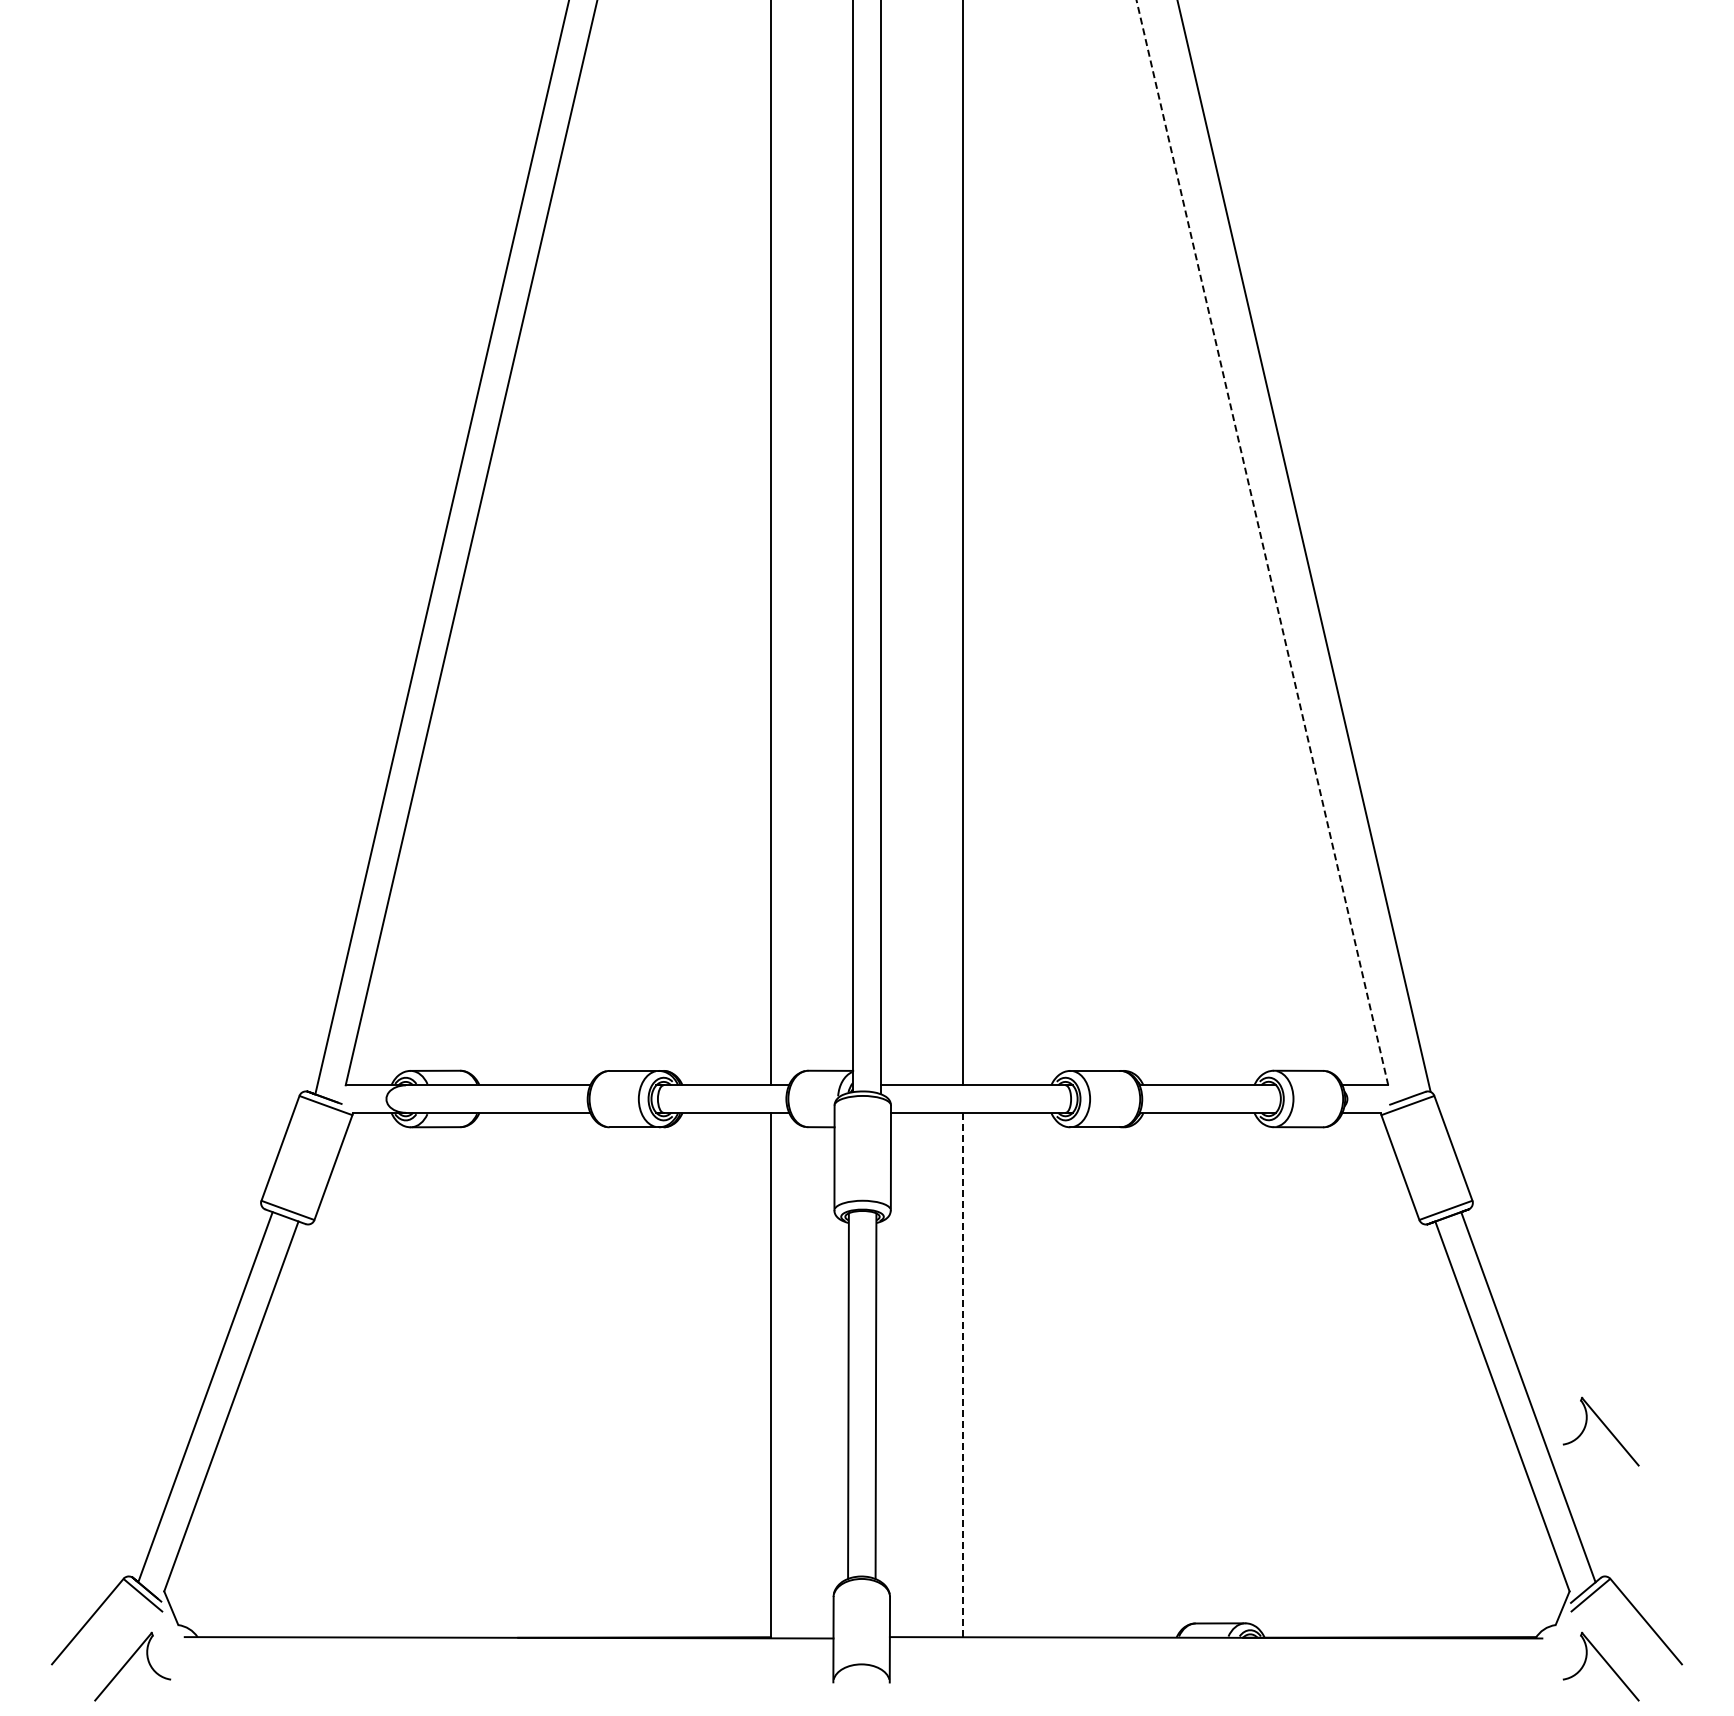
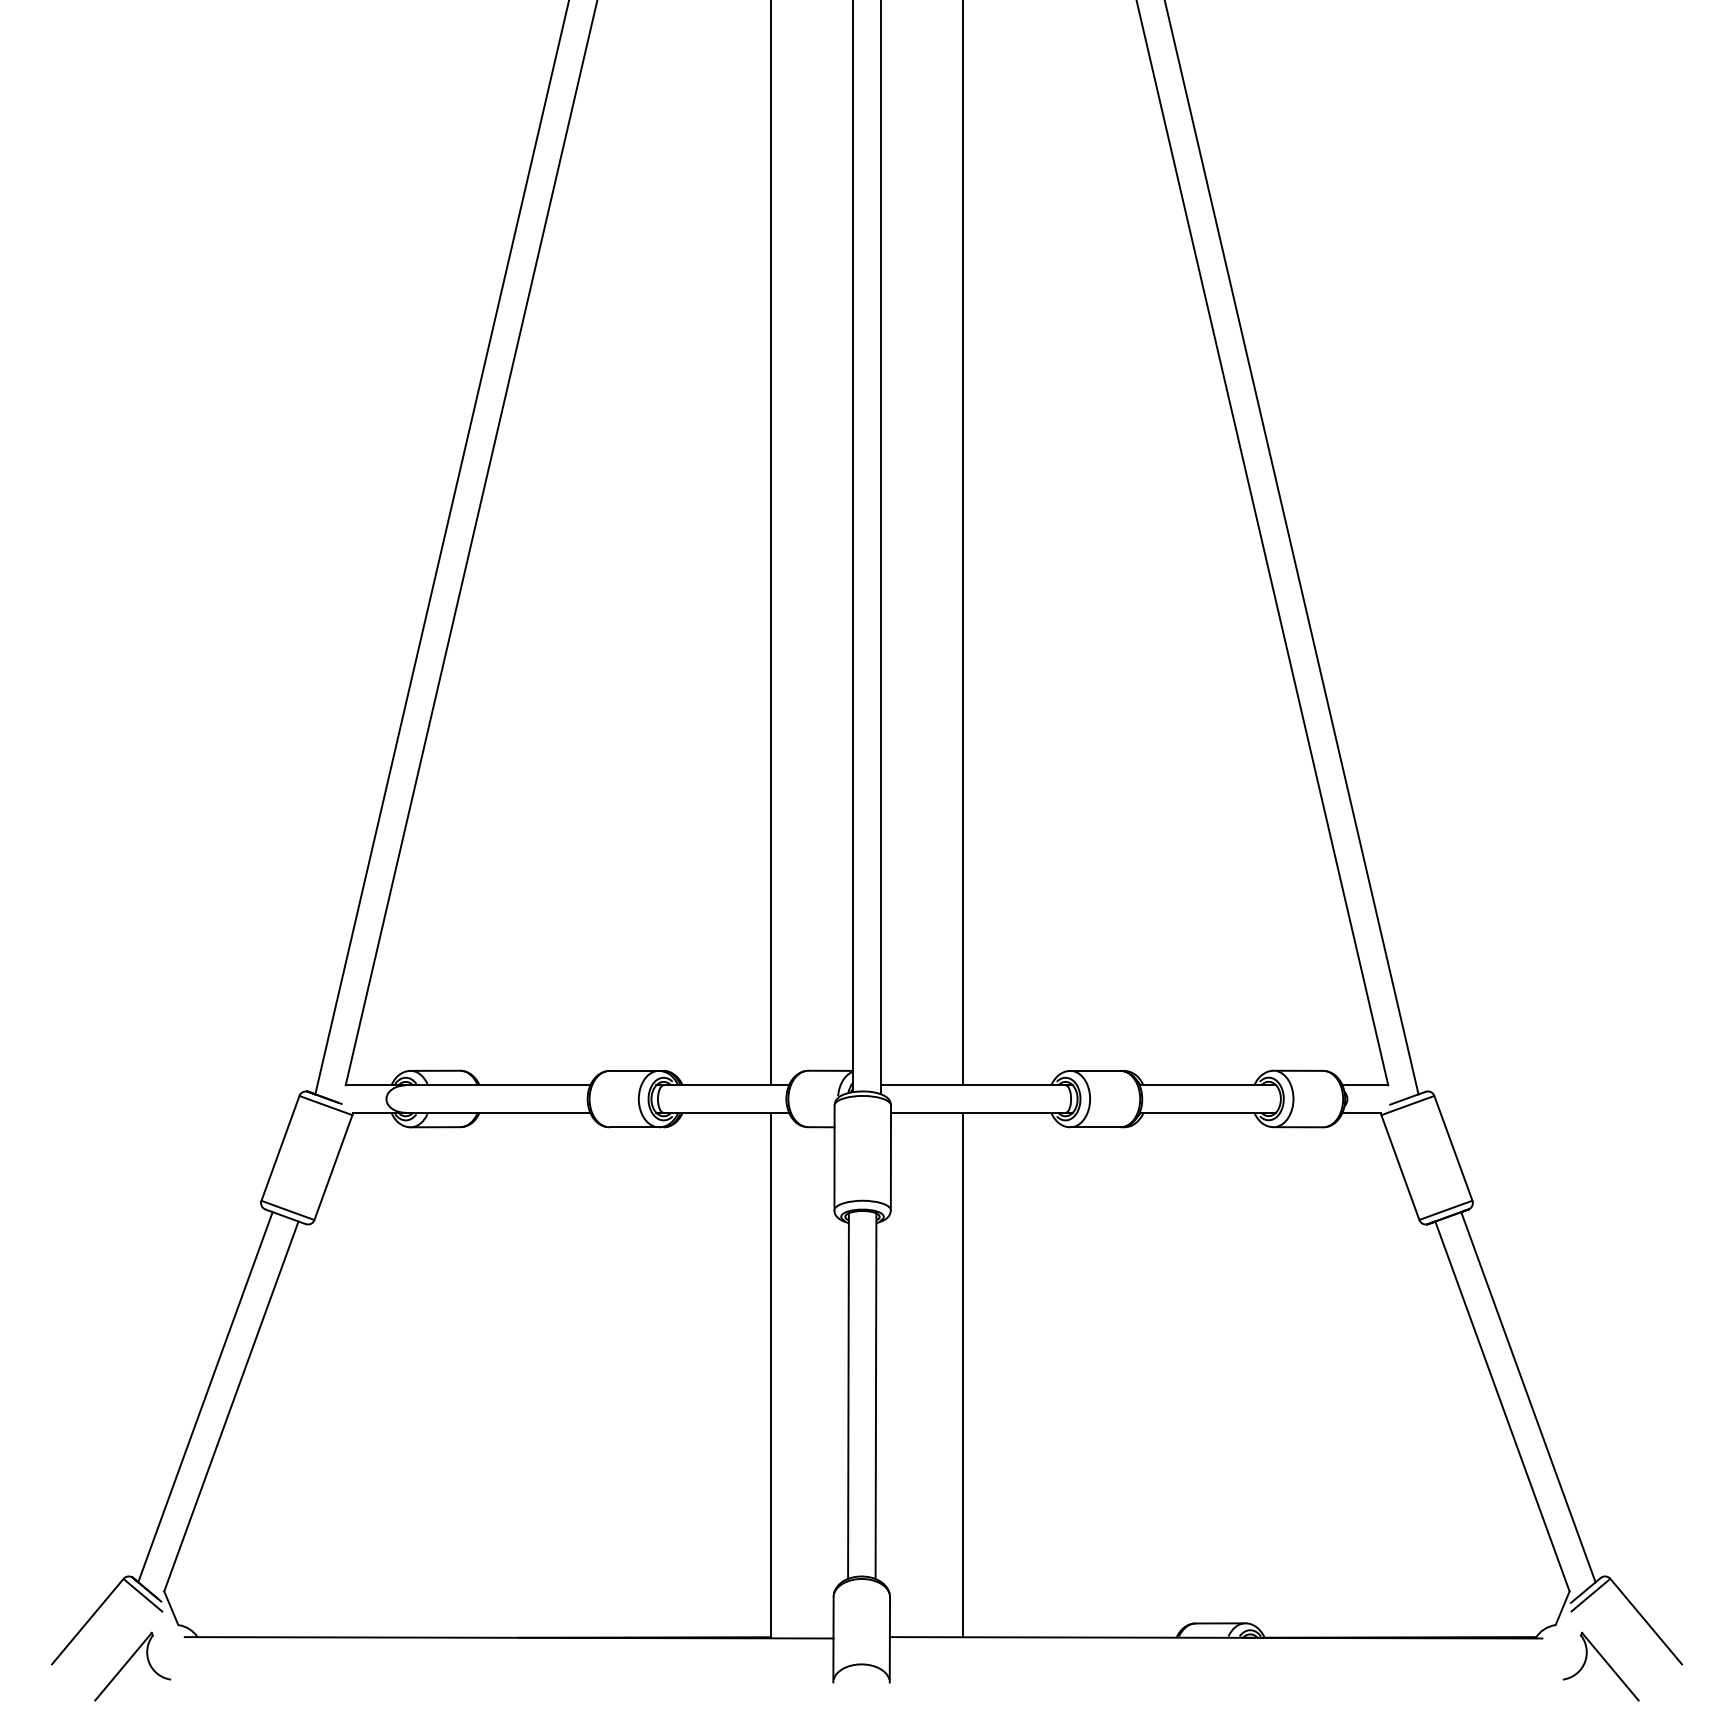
line at (1262, 542): dashed -> solid
line at (1303, 546) position: (1303, 546) -> (1291, 548)
line at (963, 1374): dashed -> solid
part at (1604, 1426): present -> none
